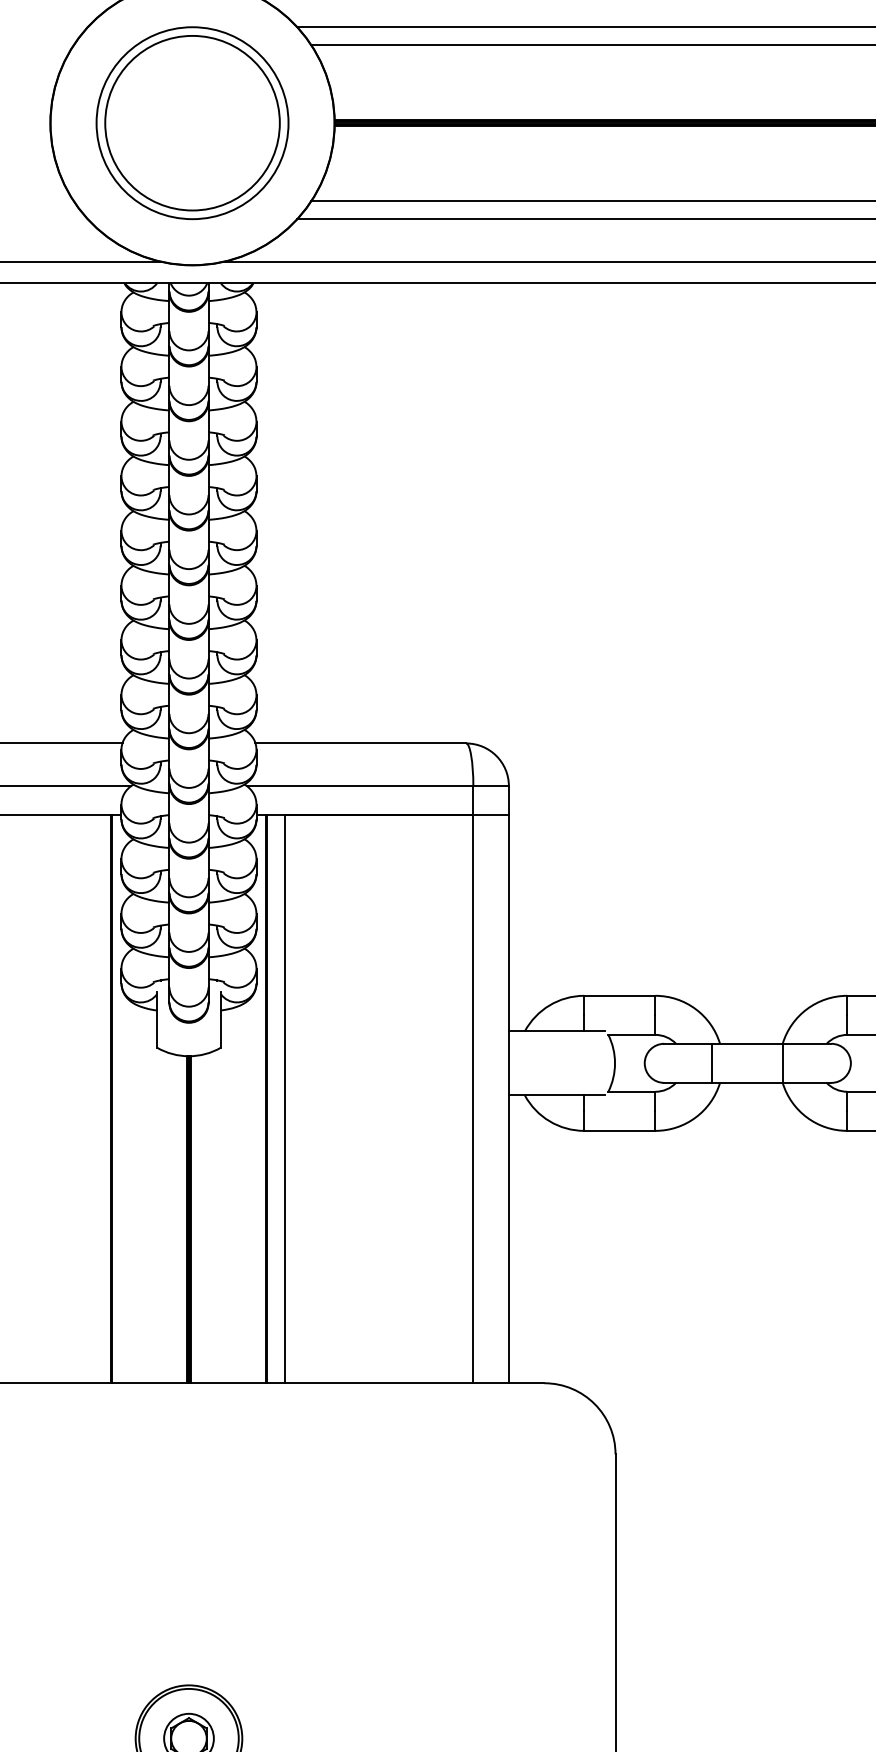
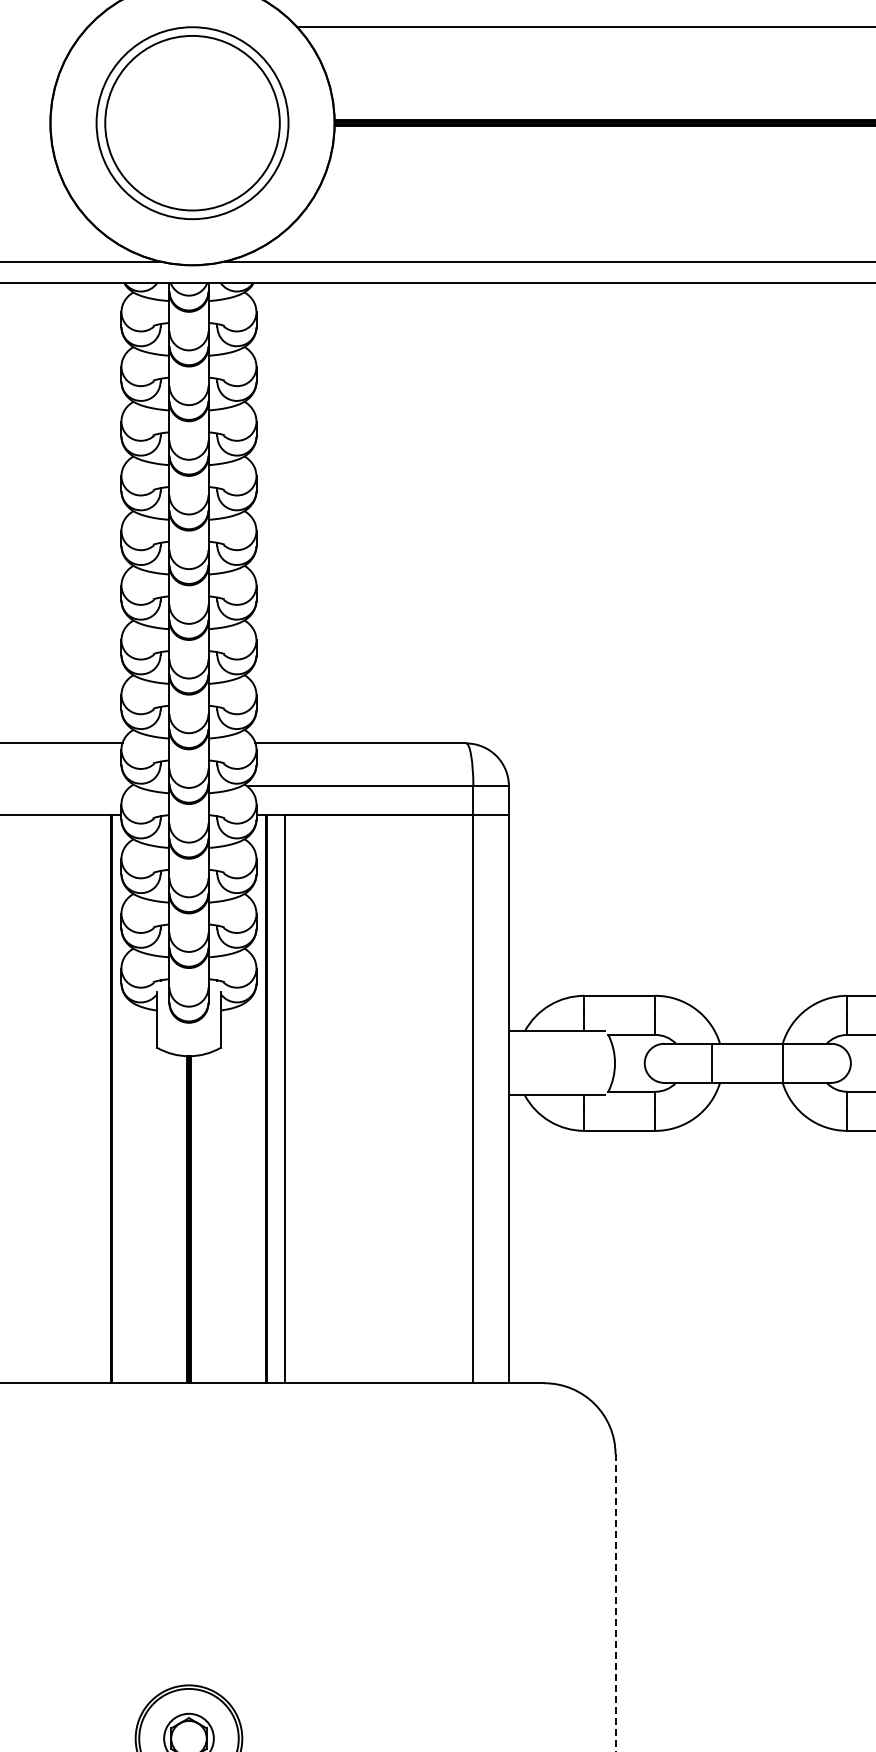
line at (591, 44): present -> none
line at (591, 201): present -> none
line at (584, 219): present -> none
line at (66, 786): present -> none
line at (615, 1603): solid -> dashed
